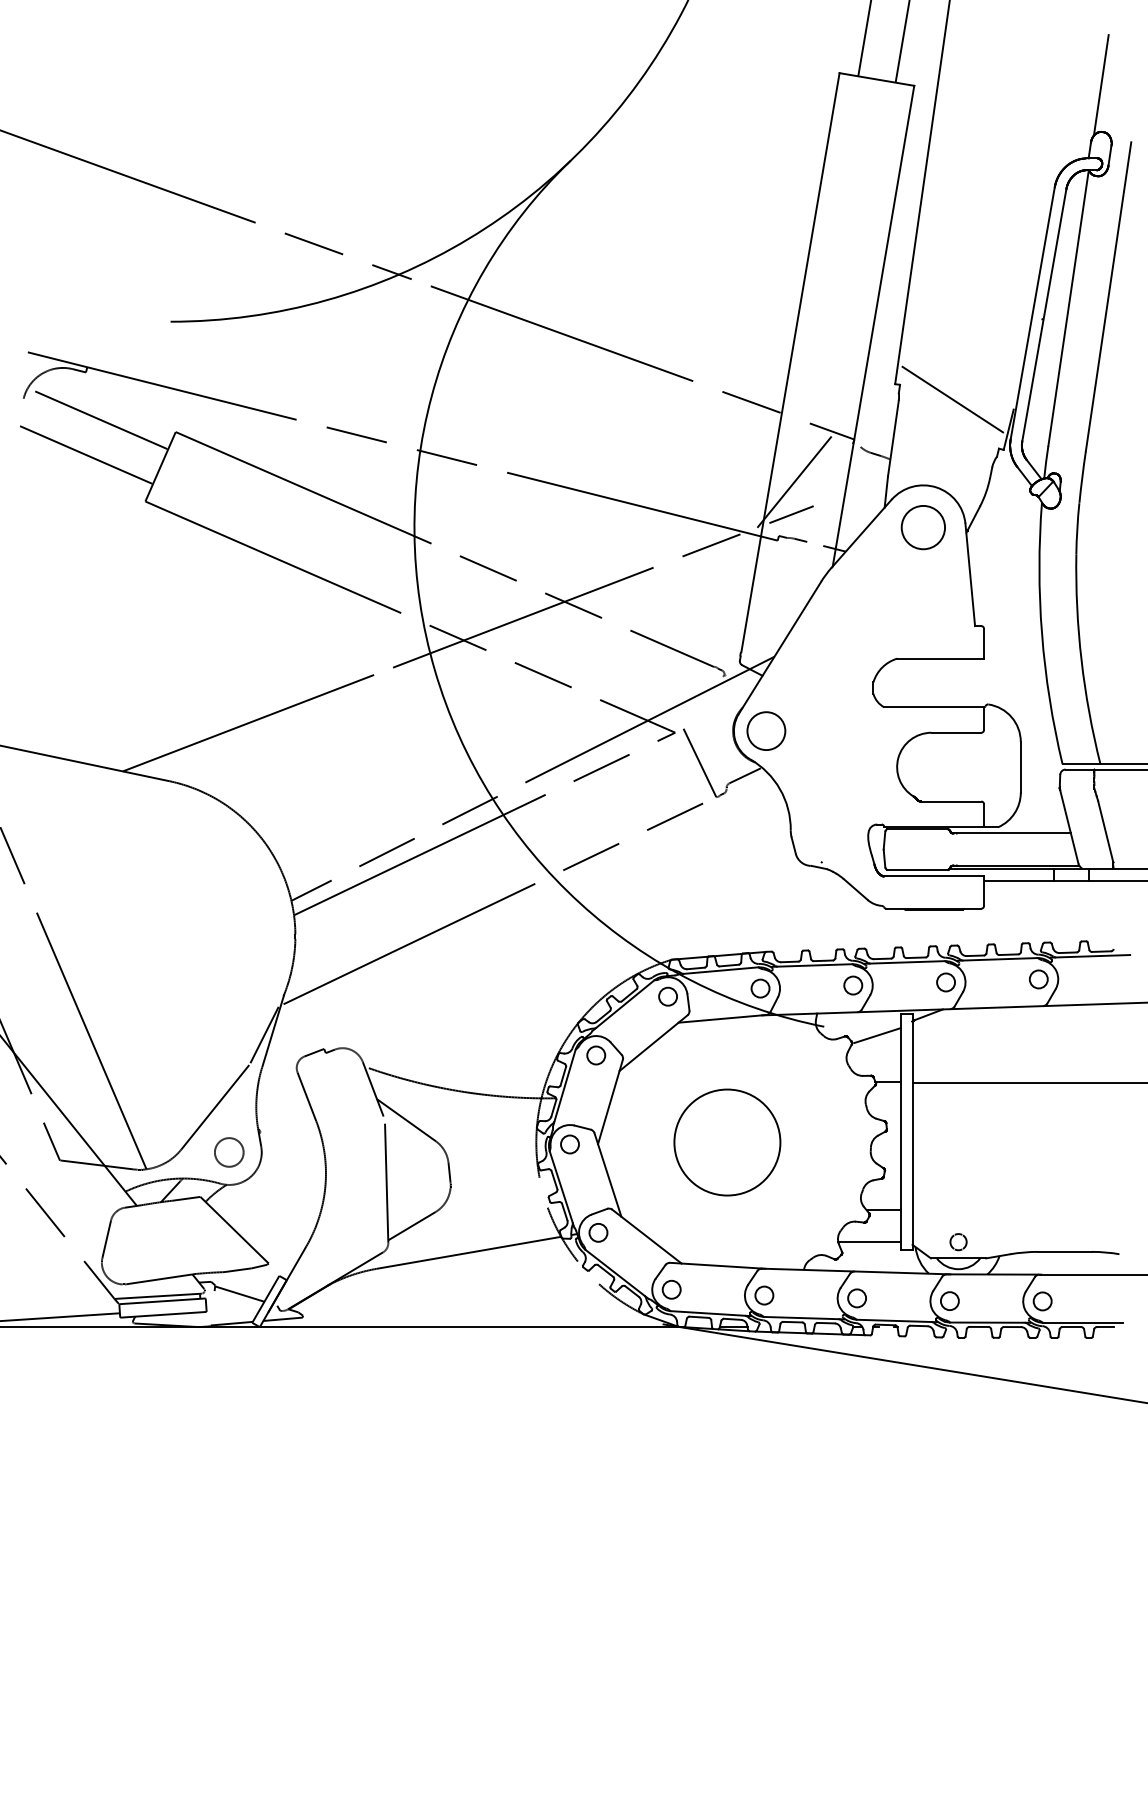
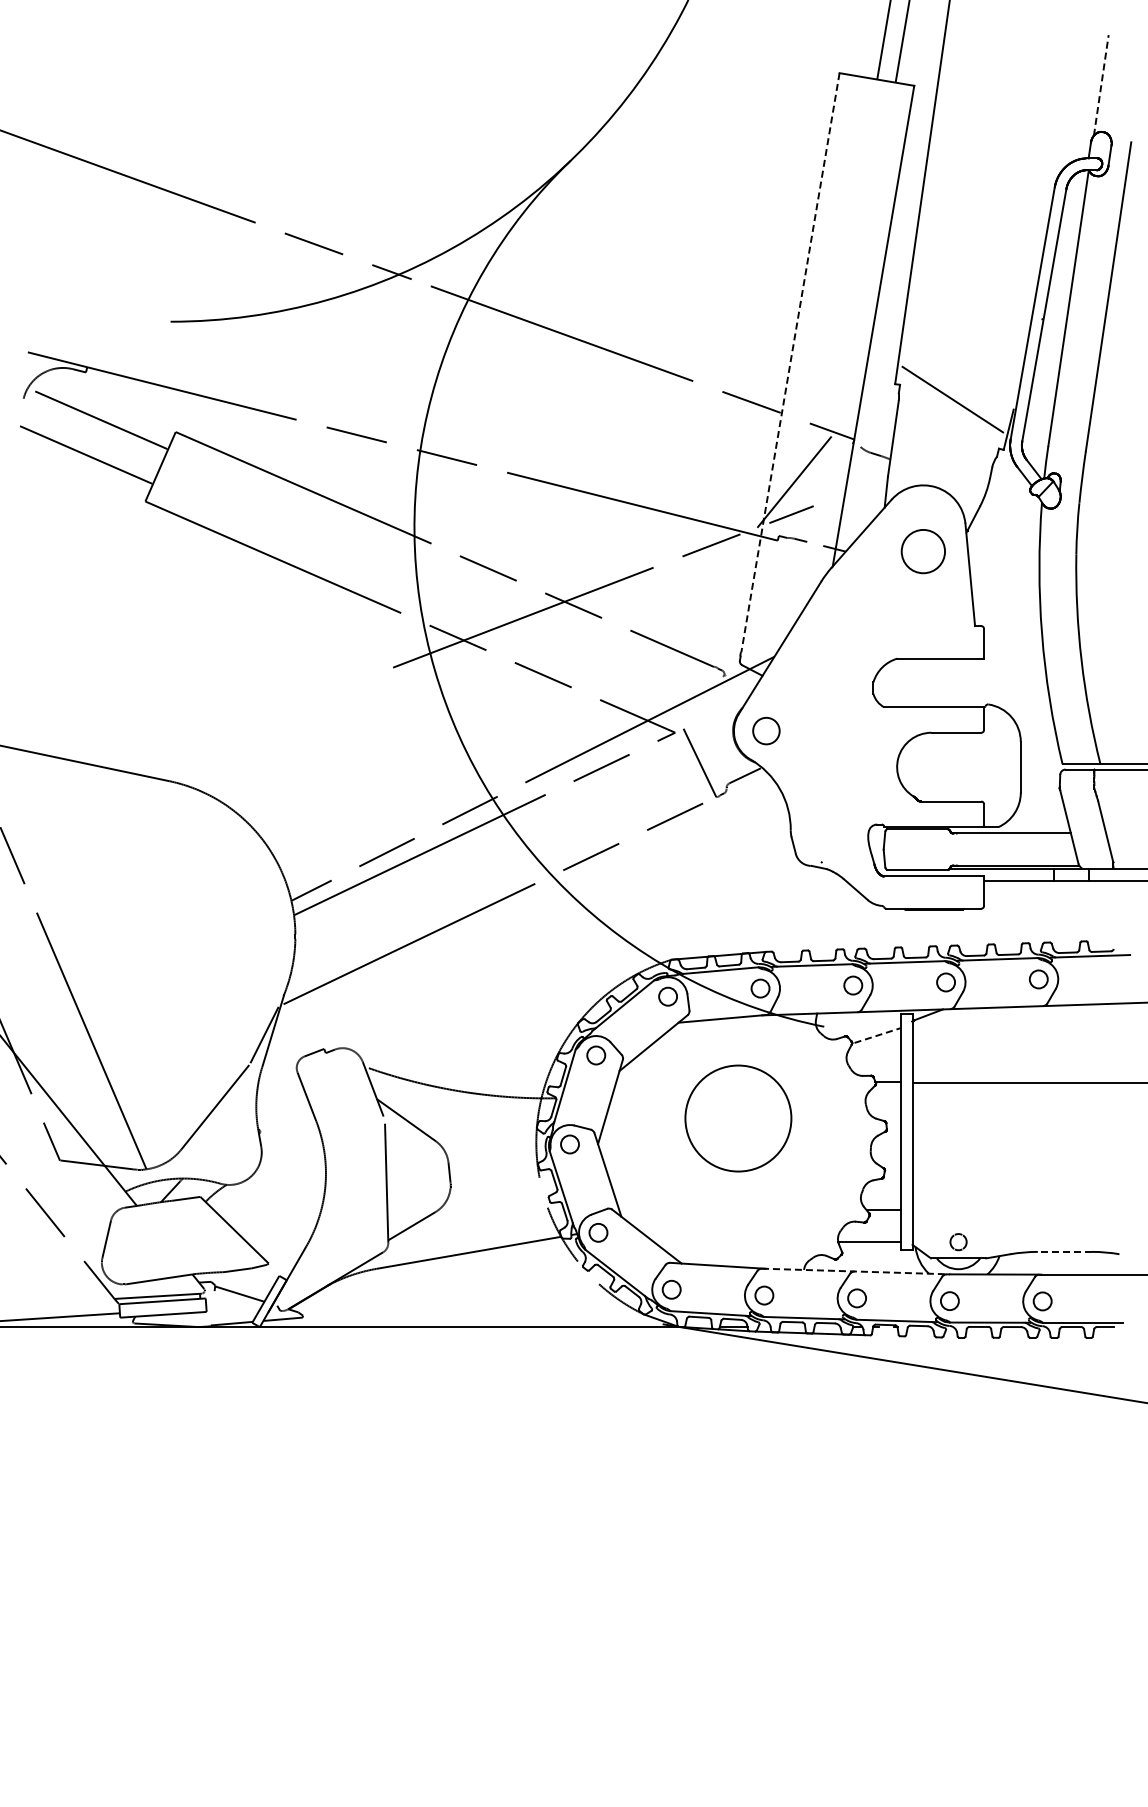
line at (864, 38) position: (864, 38) -> (883, 40)
line at (1101, 85): solid -> dashed
line at (790, 362): solid -> dashed
circle at (922, 527) position: (922, 527) -> (922, 551)
line at (248, 722): present -> none
circle at (766, 730) size: 41x40 px -> 29x29 px
line at (878, 1035): solid -> dashed
circle at (727, 1142) position: (727, 1142) -> (738, 1118)
circle at (229, 1152): present -> none
line at (1064, 1251): solid -> dashed
line at (856, 1271): solid -> dashed
